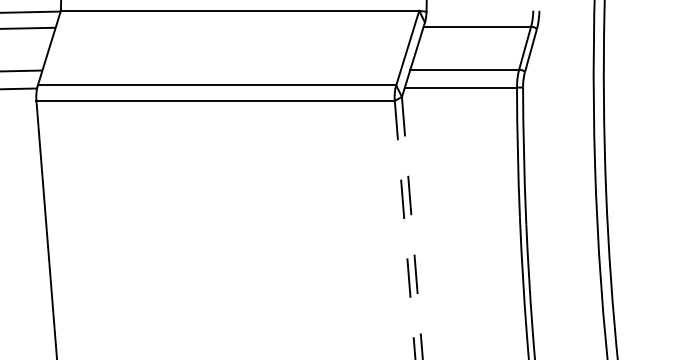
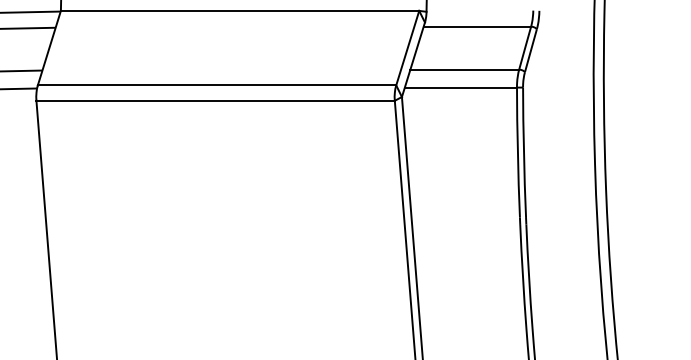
line at (412, 228): dashed -> solid
line at (405, 230): dashed -> solid
